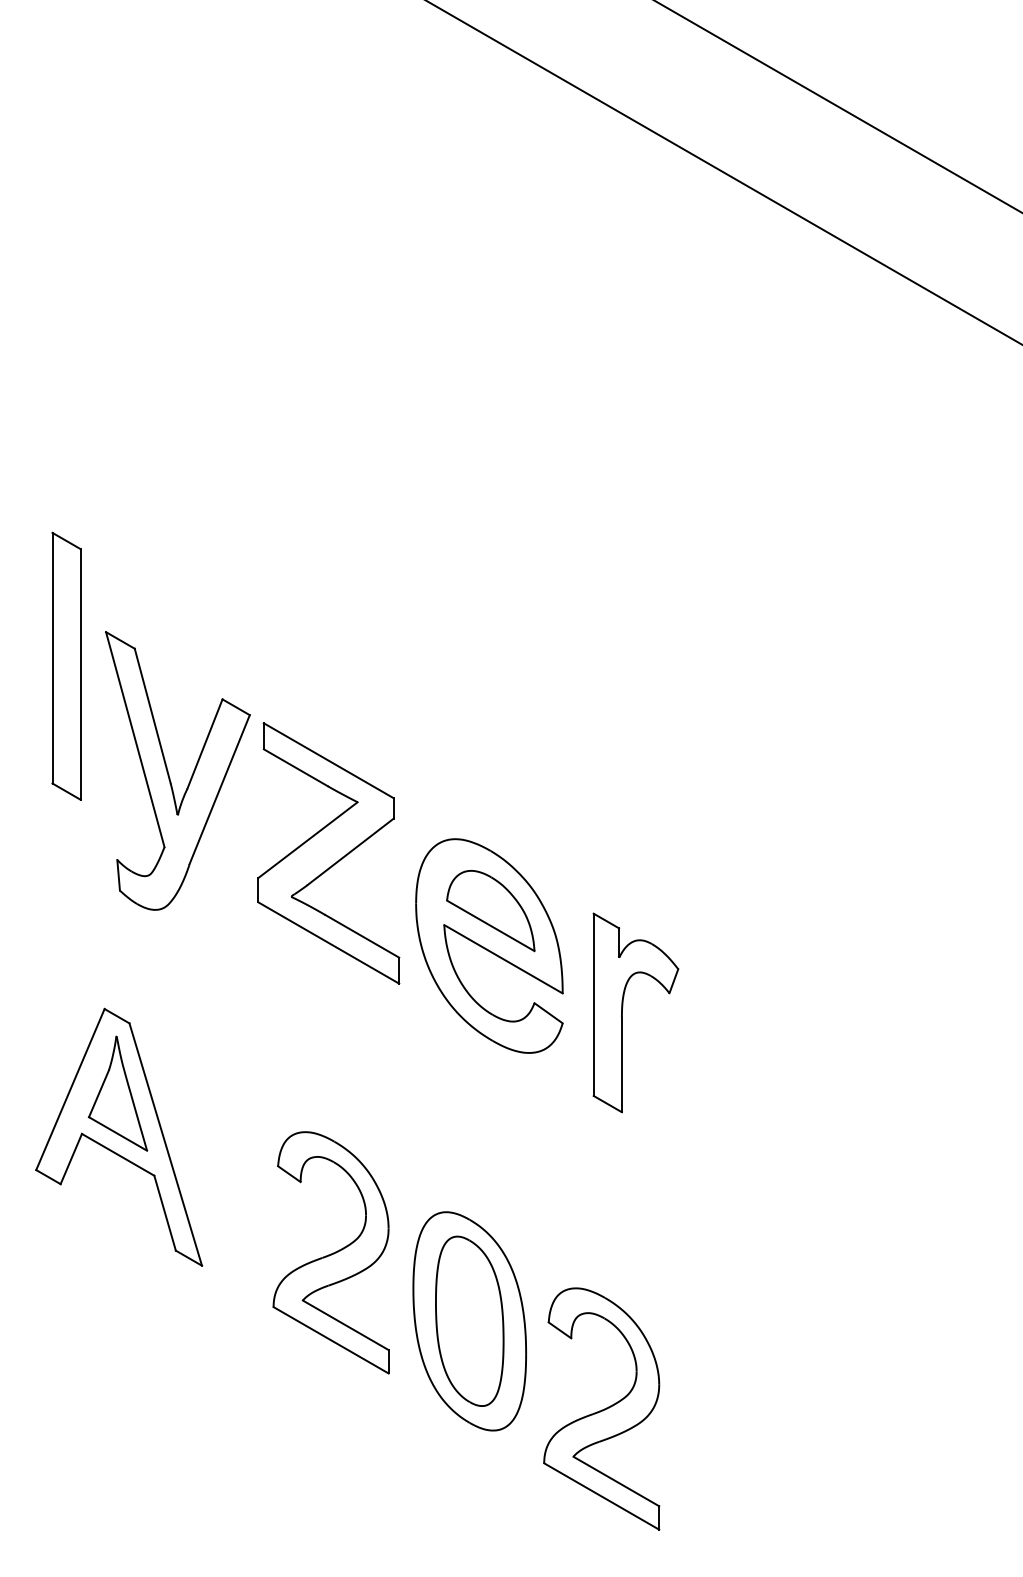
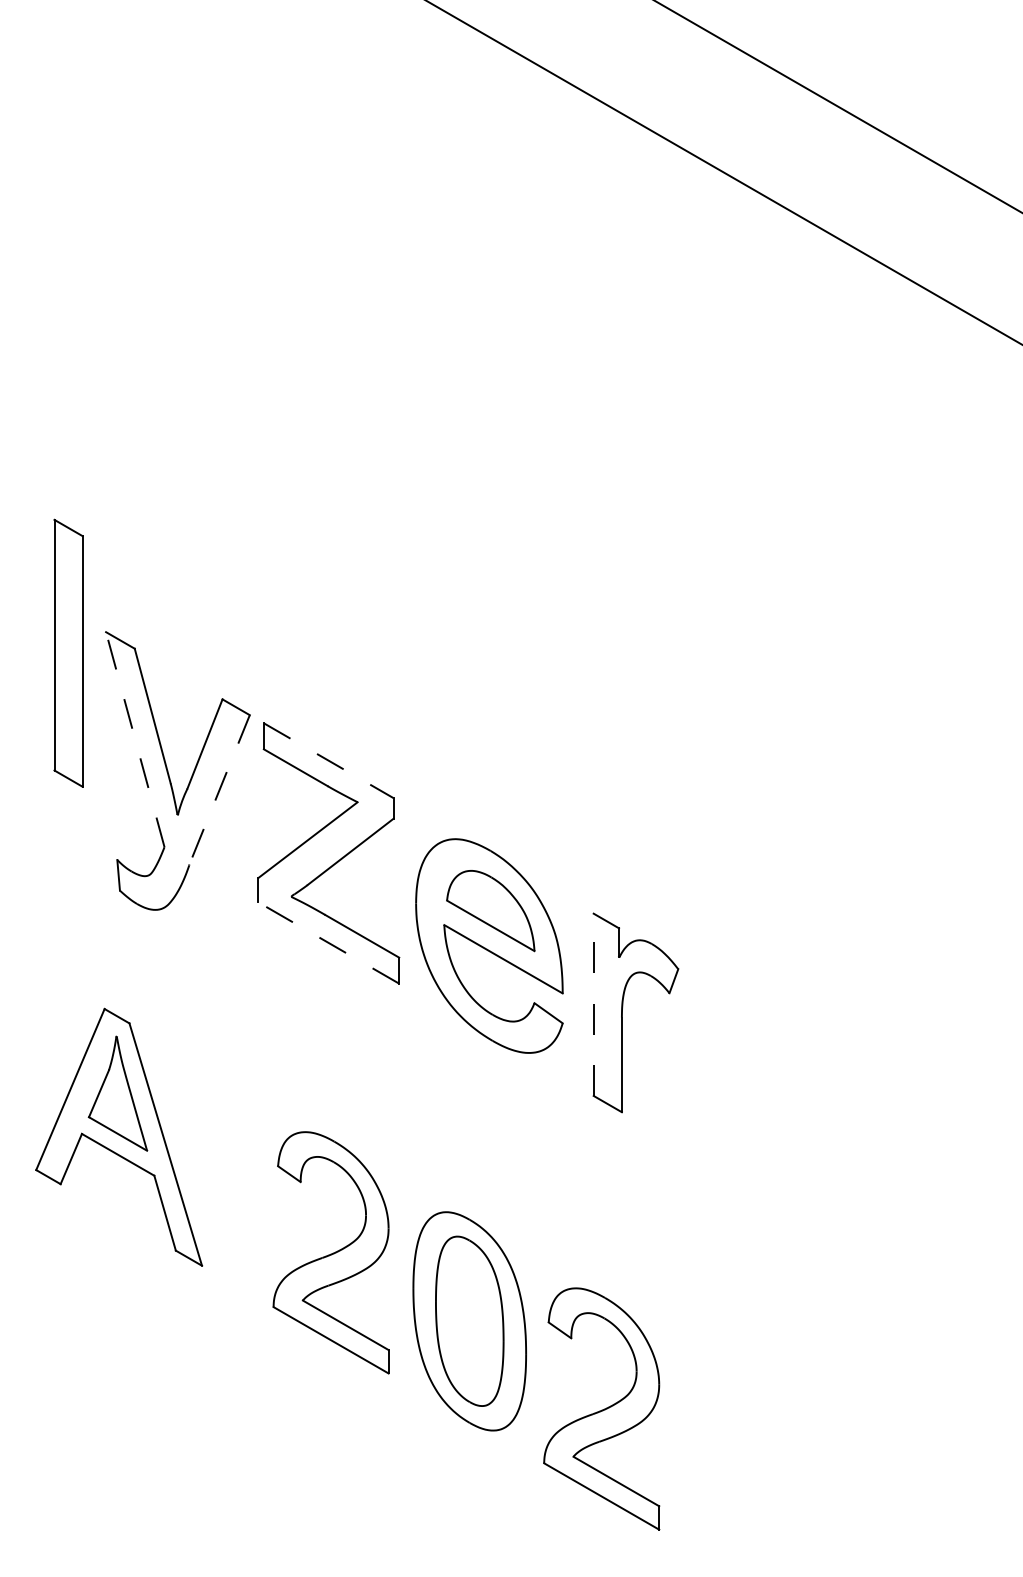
part at (66, 665) position: (66, 665) -> (68, 652)
line at (135, 739): solid -> dashed
line at (328, 760): solid -> dashed
line at (219, 789): solid -> dashed
line at (328, 942): solid -> dashed
line at (593, 1004): solid -> dashed
